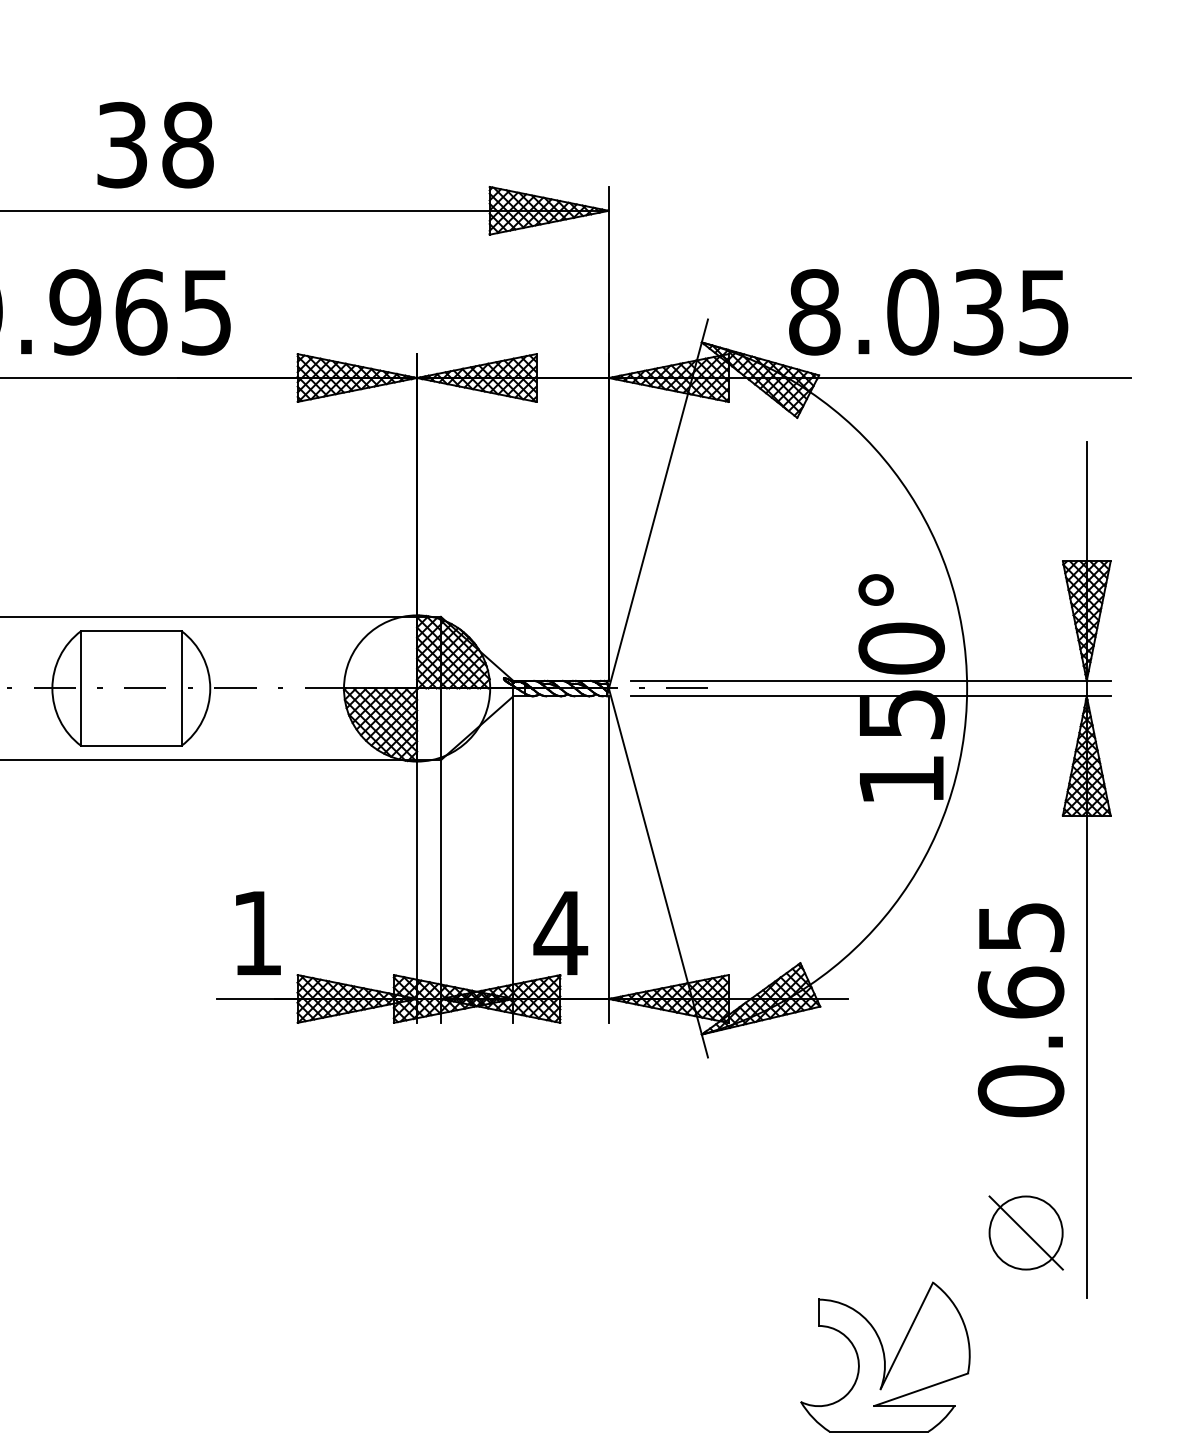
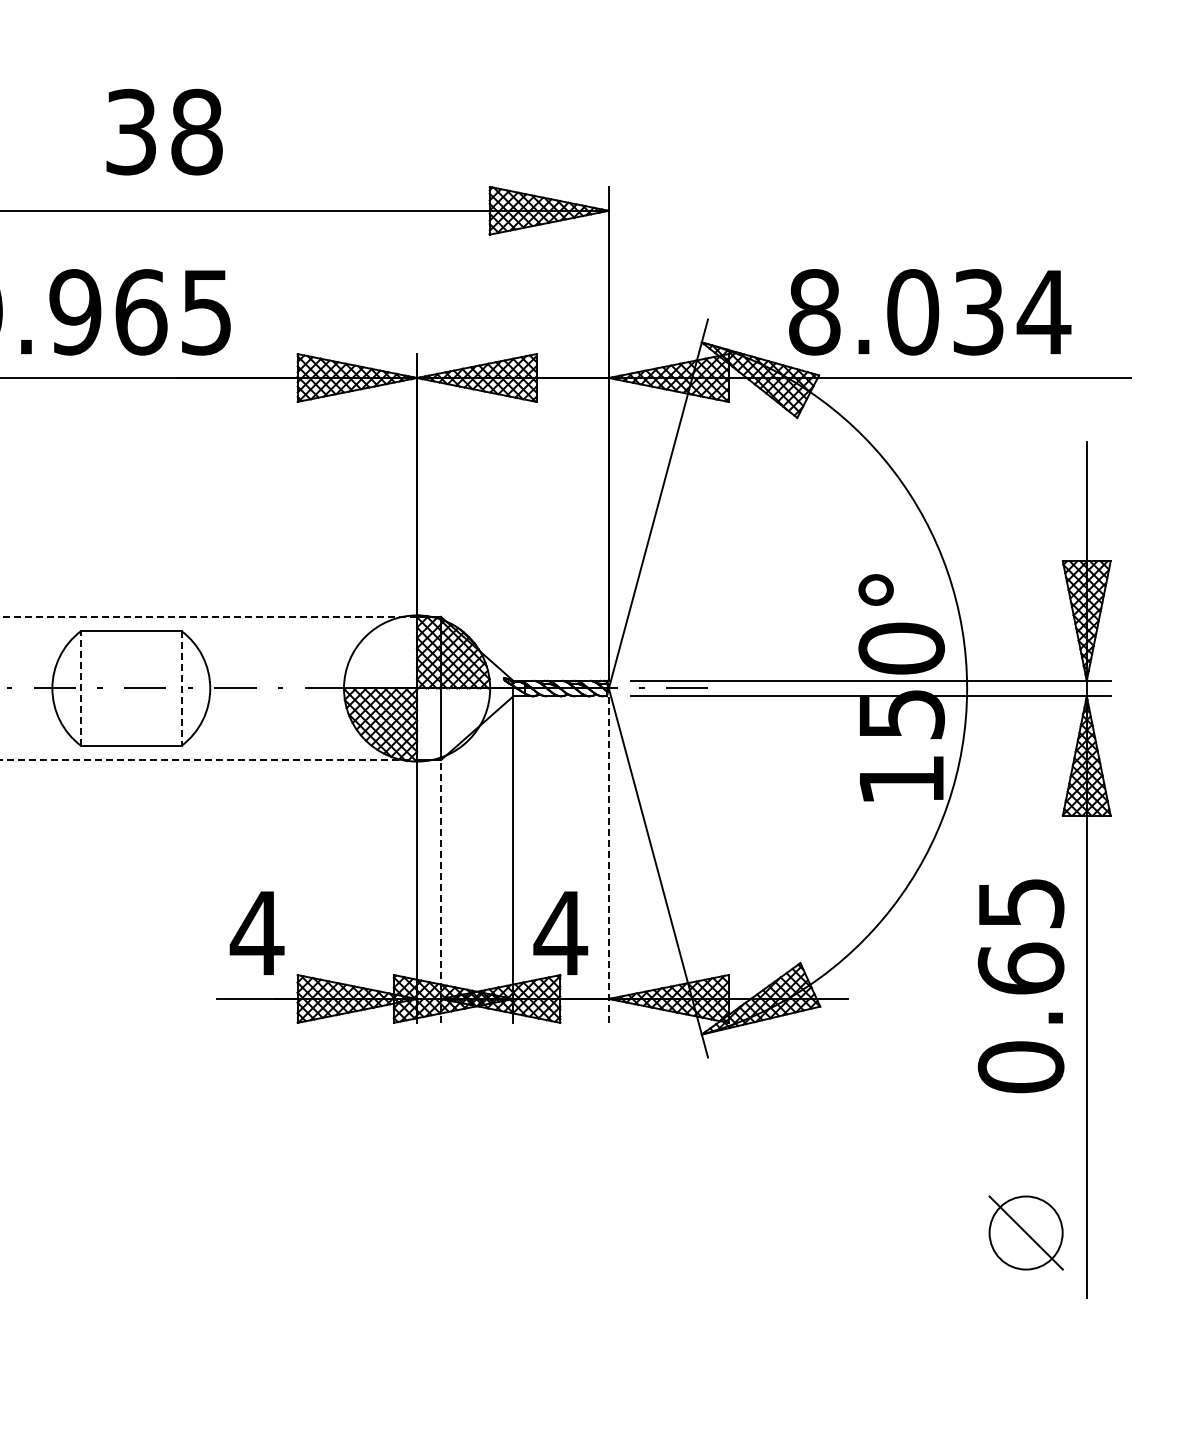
text at (155, 144) position: (155, 144) -> (164, 131)
text at (1043, 312): 8.035 -> 8.034
line at (208, 616): solid -> dashed
line at (81, 688): solid -> dashed
line at (181, 688): solid -> dashed
line at (209, 760): solid -> dashed
line at (608, 859): solid -> dashed
line at (440, 891): solid -> dashed
text at (256, 933): 1 -> 4
text at (1020, 1010) position: (1020, 1010) -> (1020, 986)
part at (885, 1356): present -> none
